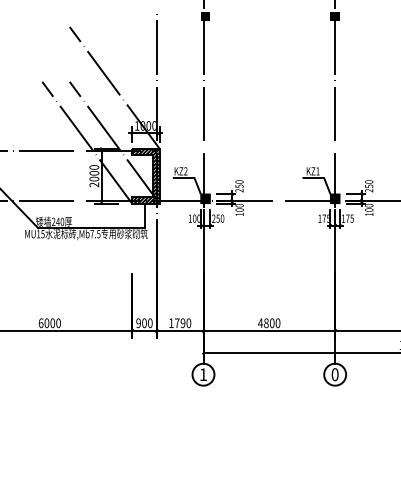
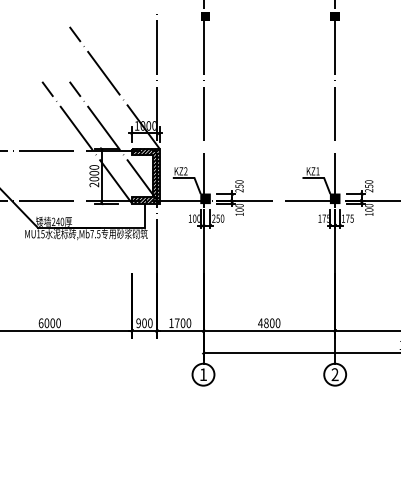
text at (182, 323): 1790 -> 1700
text at (334, 374): 0 -> 2
